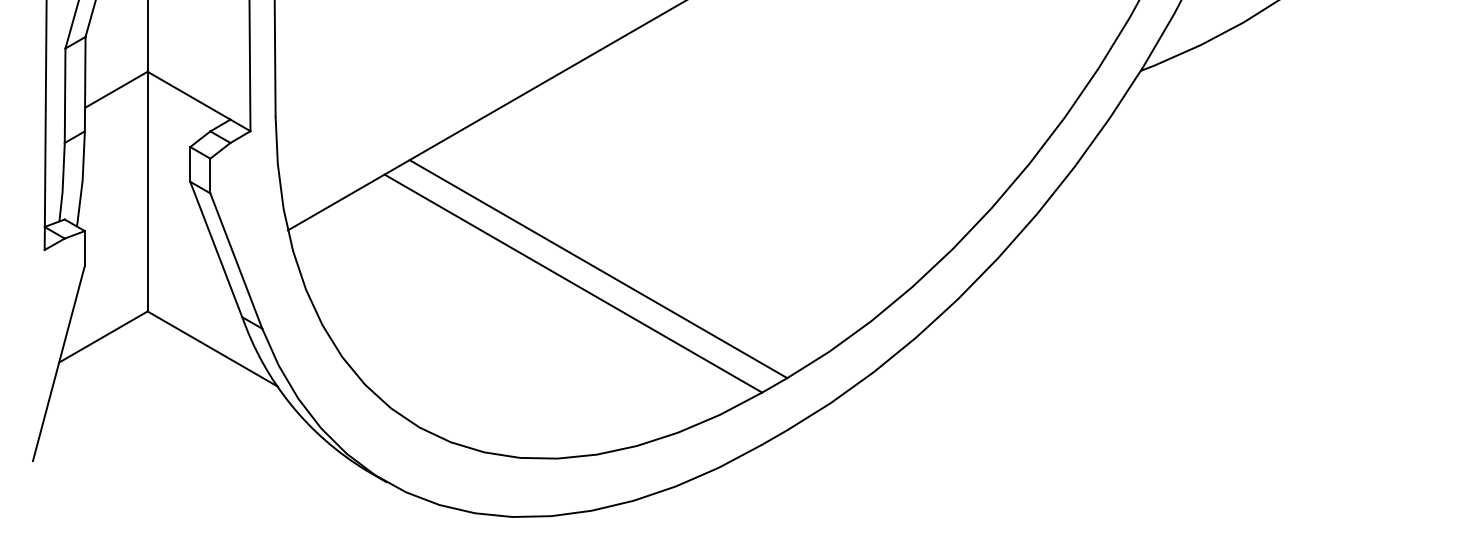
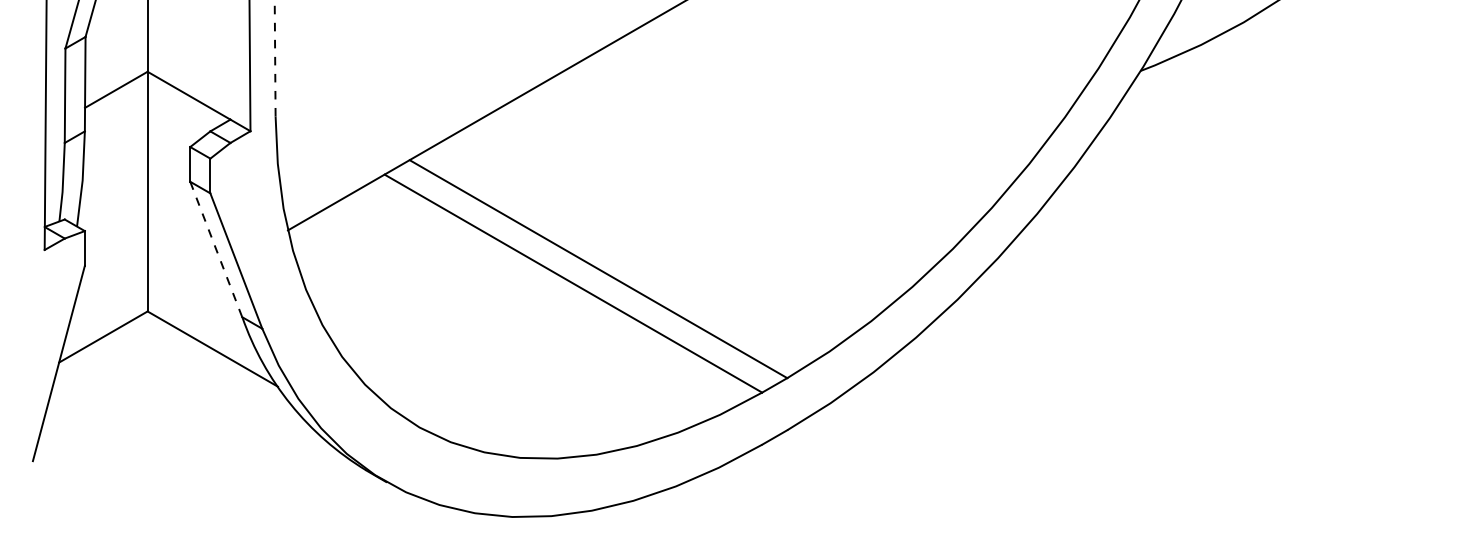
line at (275, 58): solid -> dashed
line at (216, 249): solid -> dashed
